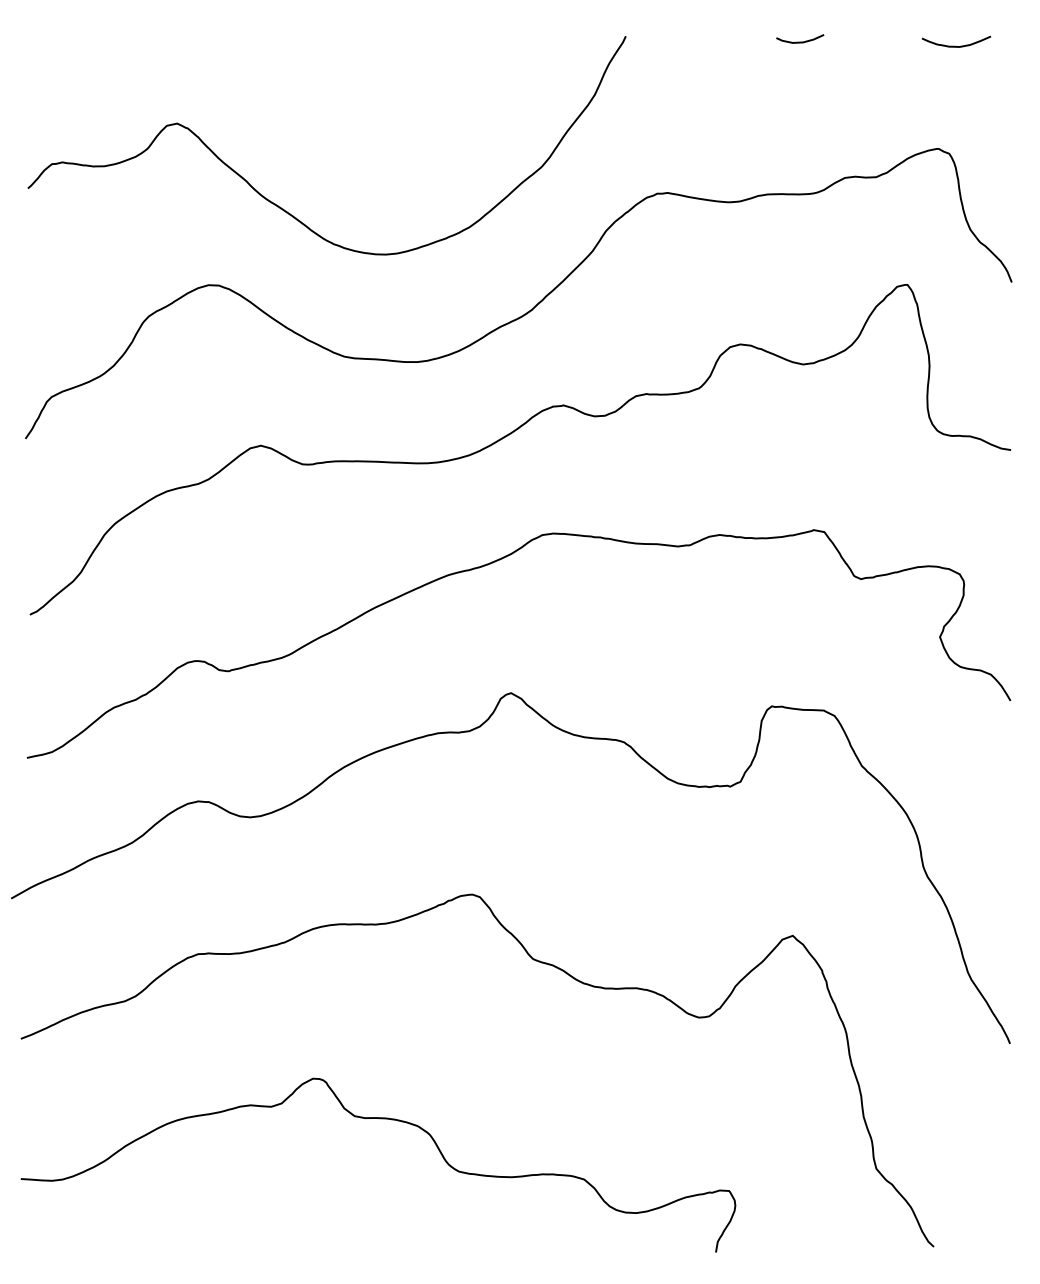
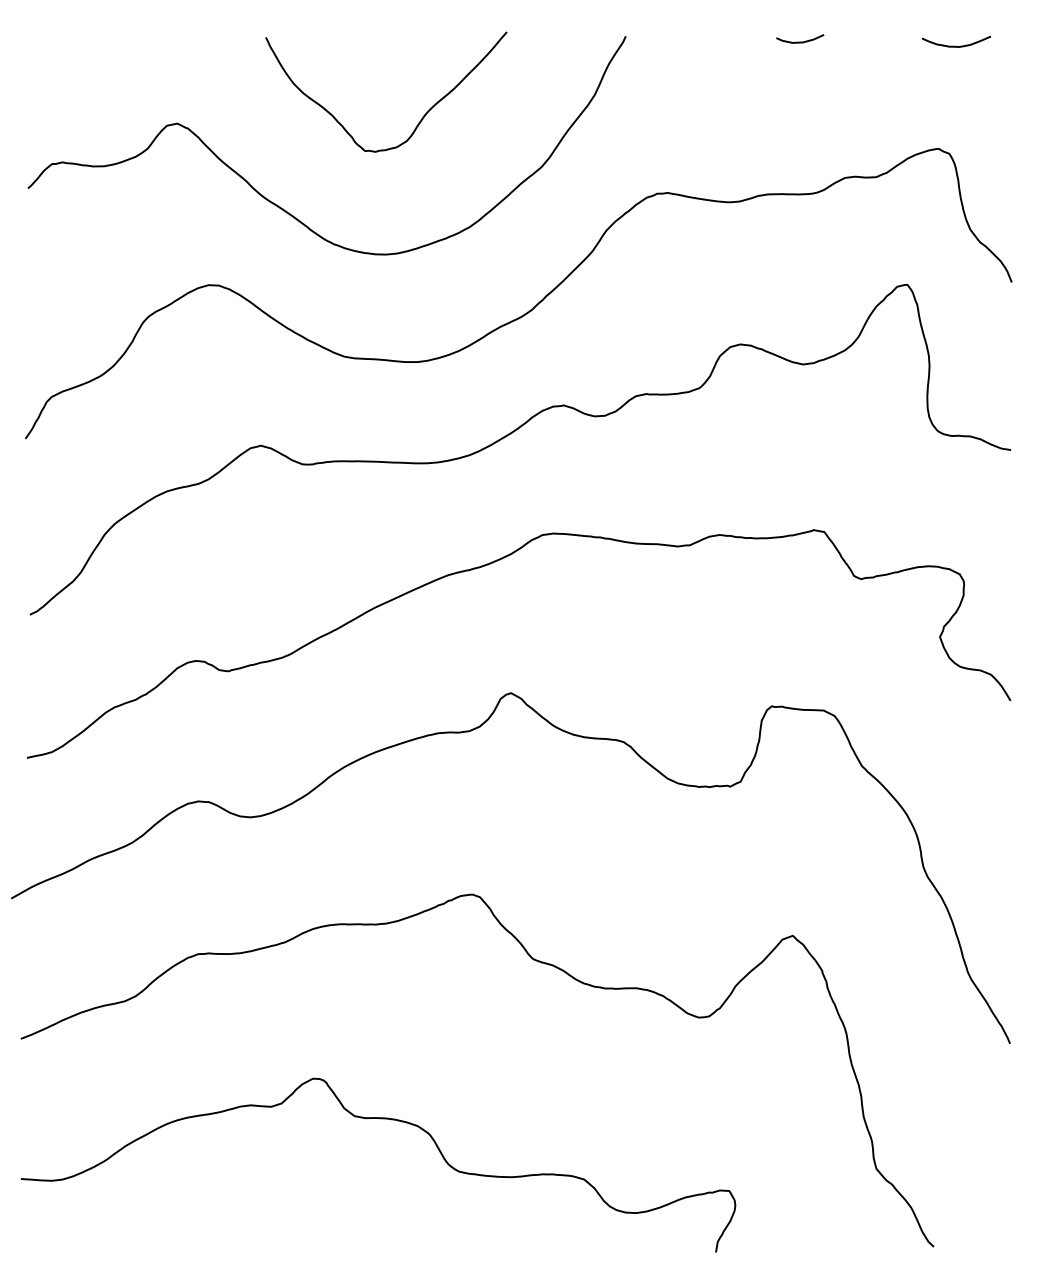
curve at (420, 119): none -> present
